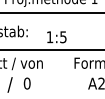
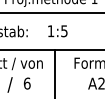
text at (56, 37) position: (56, 37) -> (57, 31)
line at (54, 72): none -> present
text at (27, 83): 0 -> 6
